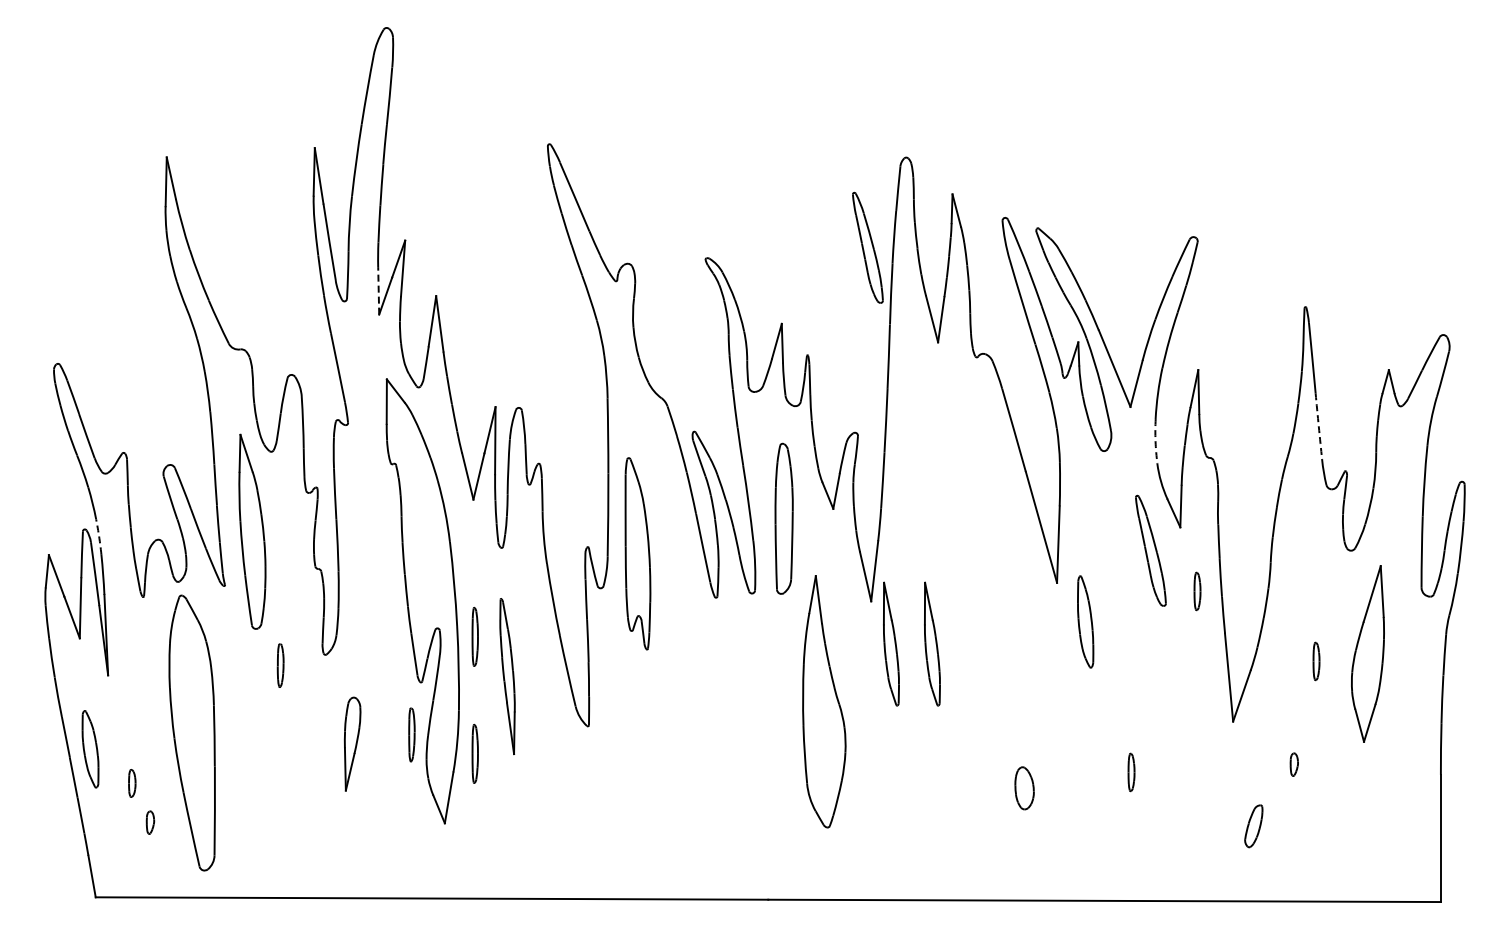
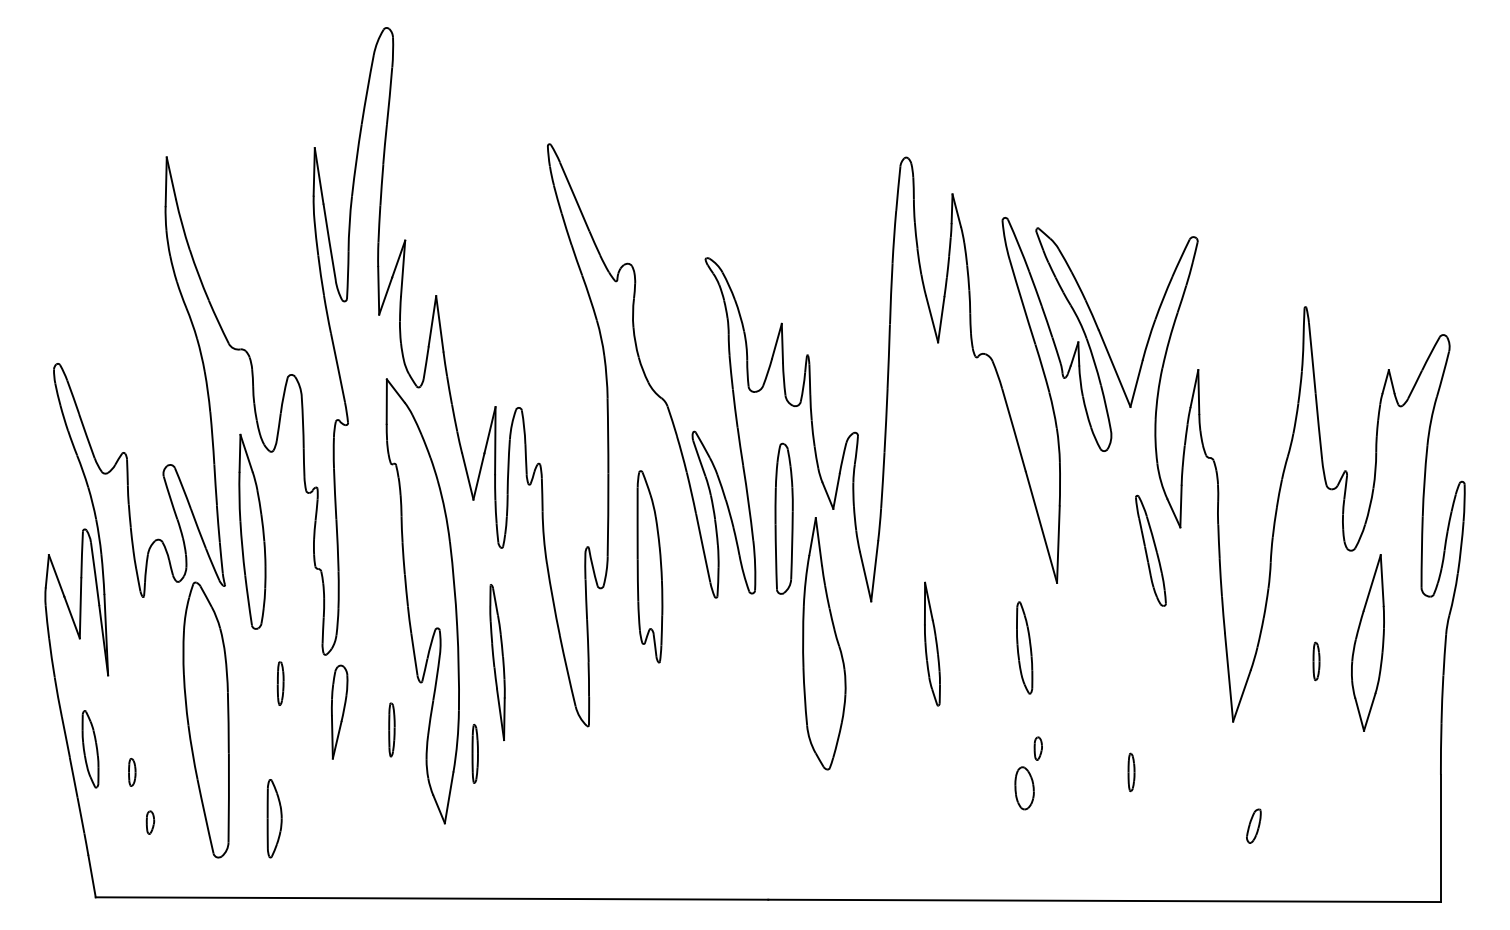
part at (867, 247): present -> none
line at (378, 290): dashed -> solid
arc at (1318, 426): dashed -> solid
arc at (1155, 441): dashed -> solid
arc at (99, 536): dashed -> solid
part at (637, 553) position: (637, 553) -> (649, 566)
part at (1197, 591): present -> none
part at (1085, 621) position: (1085, 621) -> (1024, 647)
part at (474, 636): present -> none
part at (891, 643): present -> none
part at (1367, 653) position: (1367, 653) -> (1367, 642)
part at (280, 665) position: (280, 665) -> (280, 683)
part at (507, 676) position: (507, 676) -> (497, 662)
part at (824, 701) position: (824, 701) -> (824, 643)
part at (191, 732) position: (191, 732) -> (205, 719)
part at (411, 734) position: (411, 734) -> (391, 729)
part at (352, 743) position: (352, 743) -> (339, 711)
part at (1293, 764) position: (1293, 764) -> (1037, 748)
part at (132, 783) position: (132, 783) -> (132, 772)
part at (274, 818): none -> present
part at (1253, 826) size: 20x45 px -> 16x36 px
